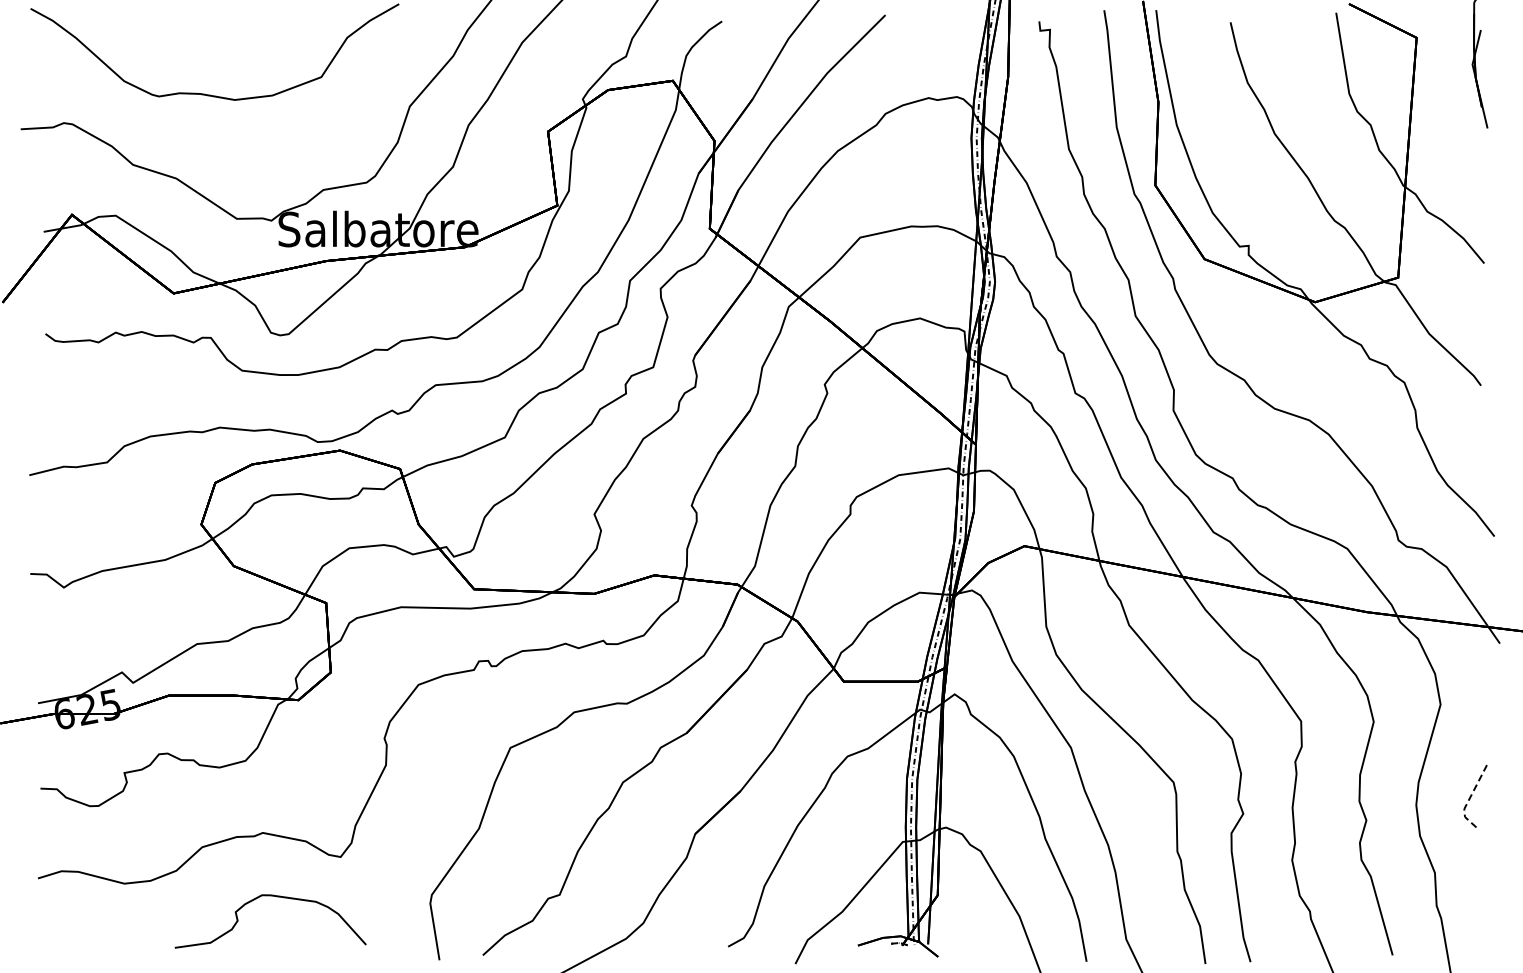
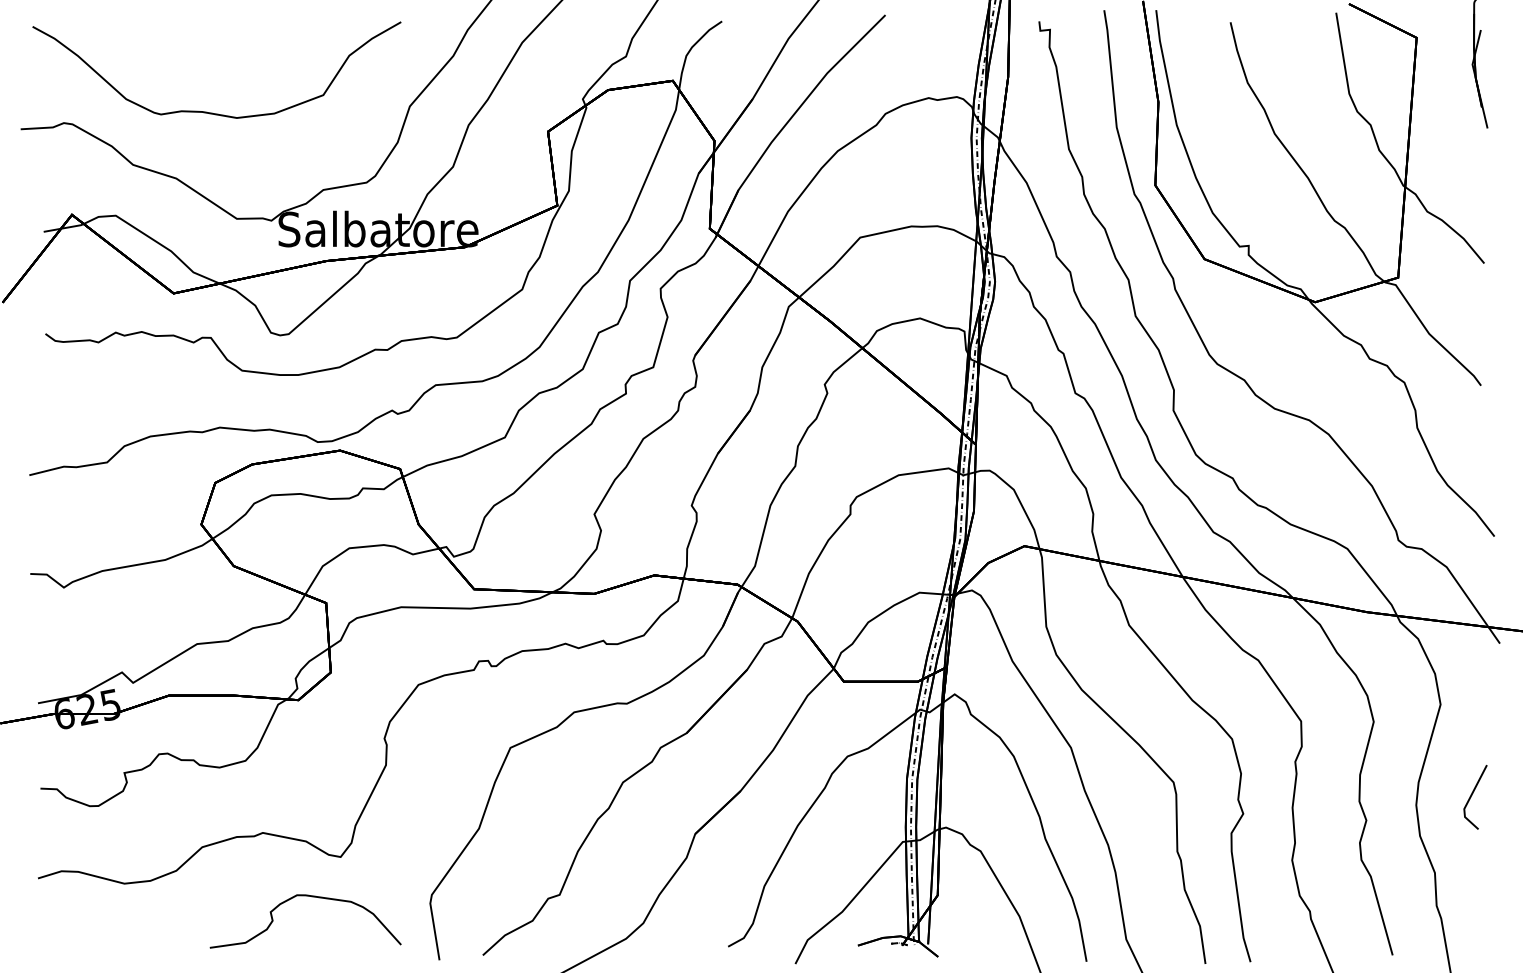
curve at (204, 93) position: (204, 93) -> (206, 111)
line at (1468, 800): dashed -> solid
curve at (276, 897) position: (276, 897) -> (311, 897)
